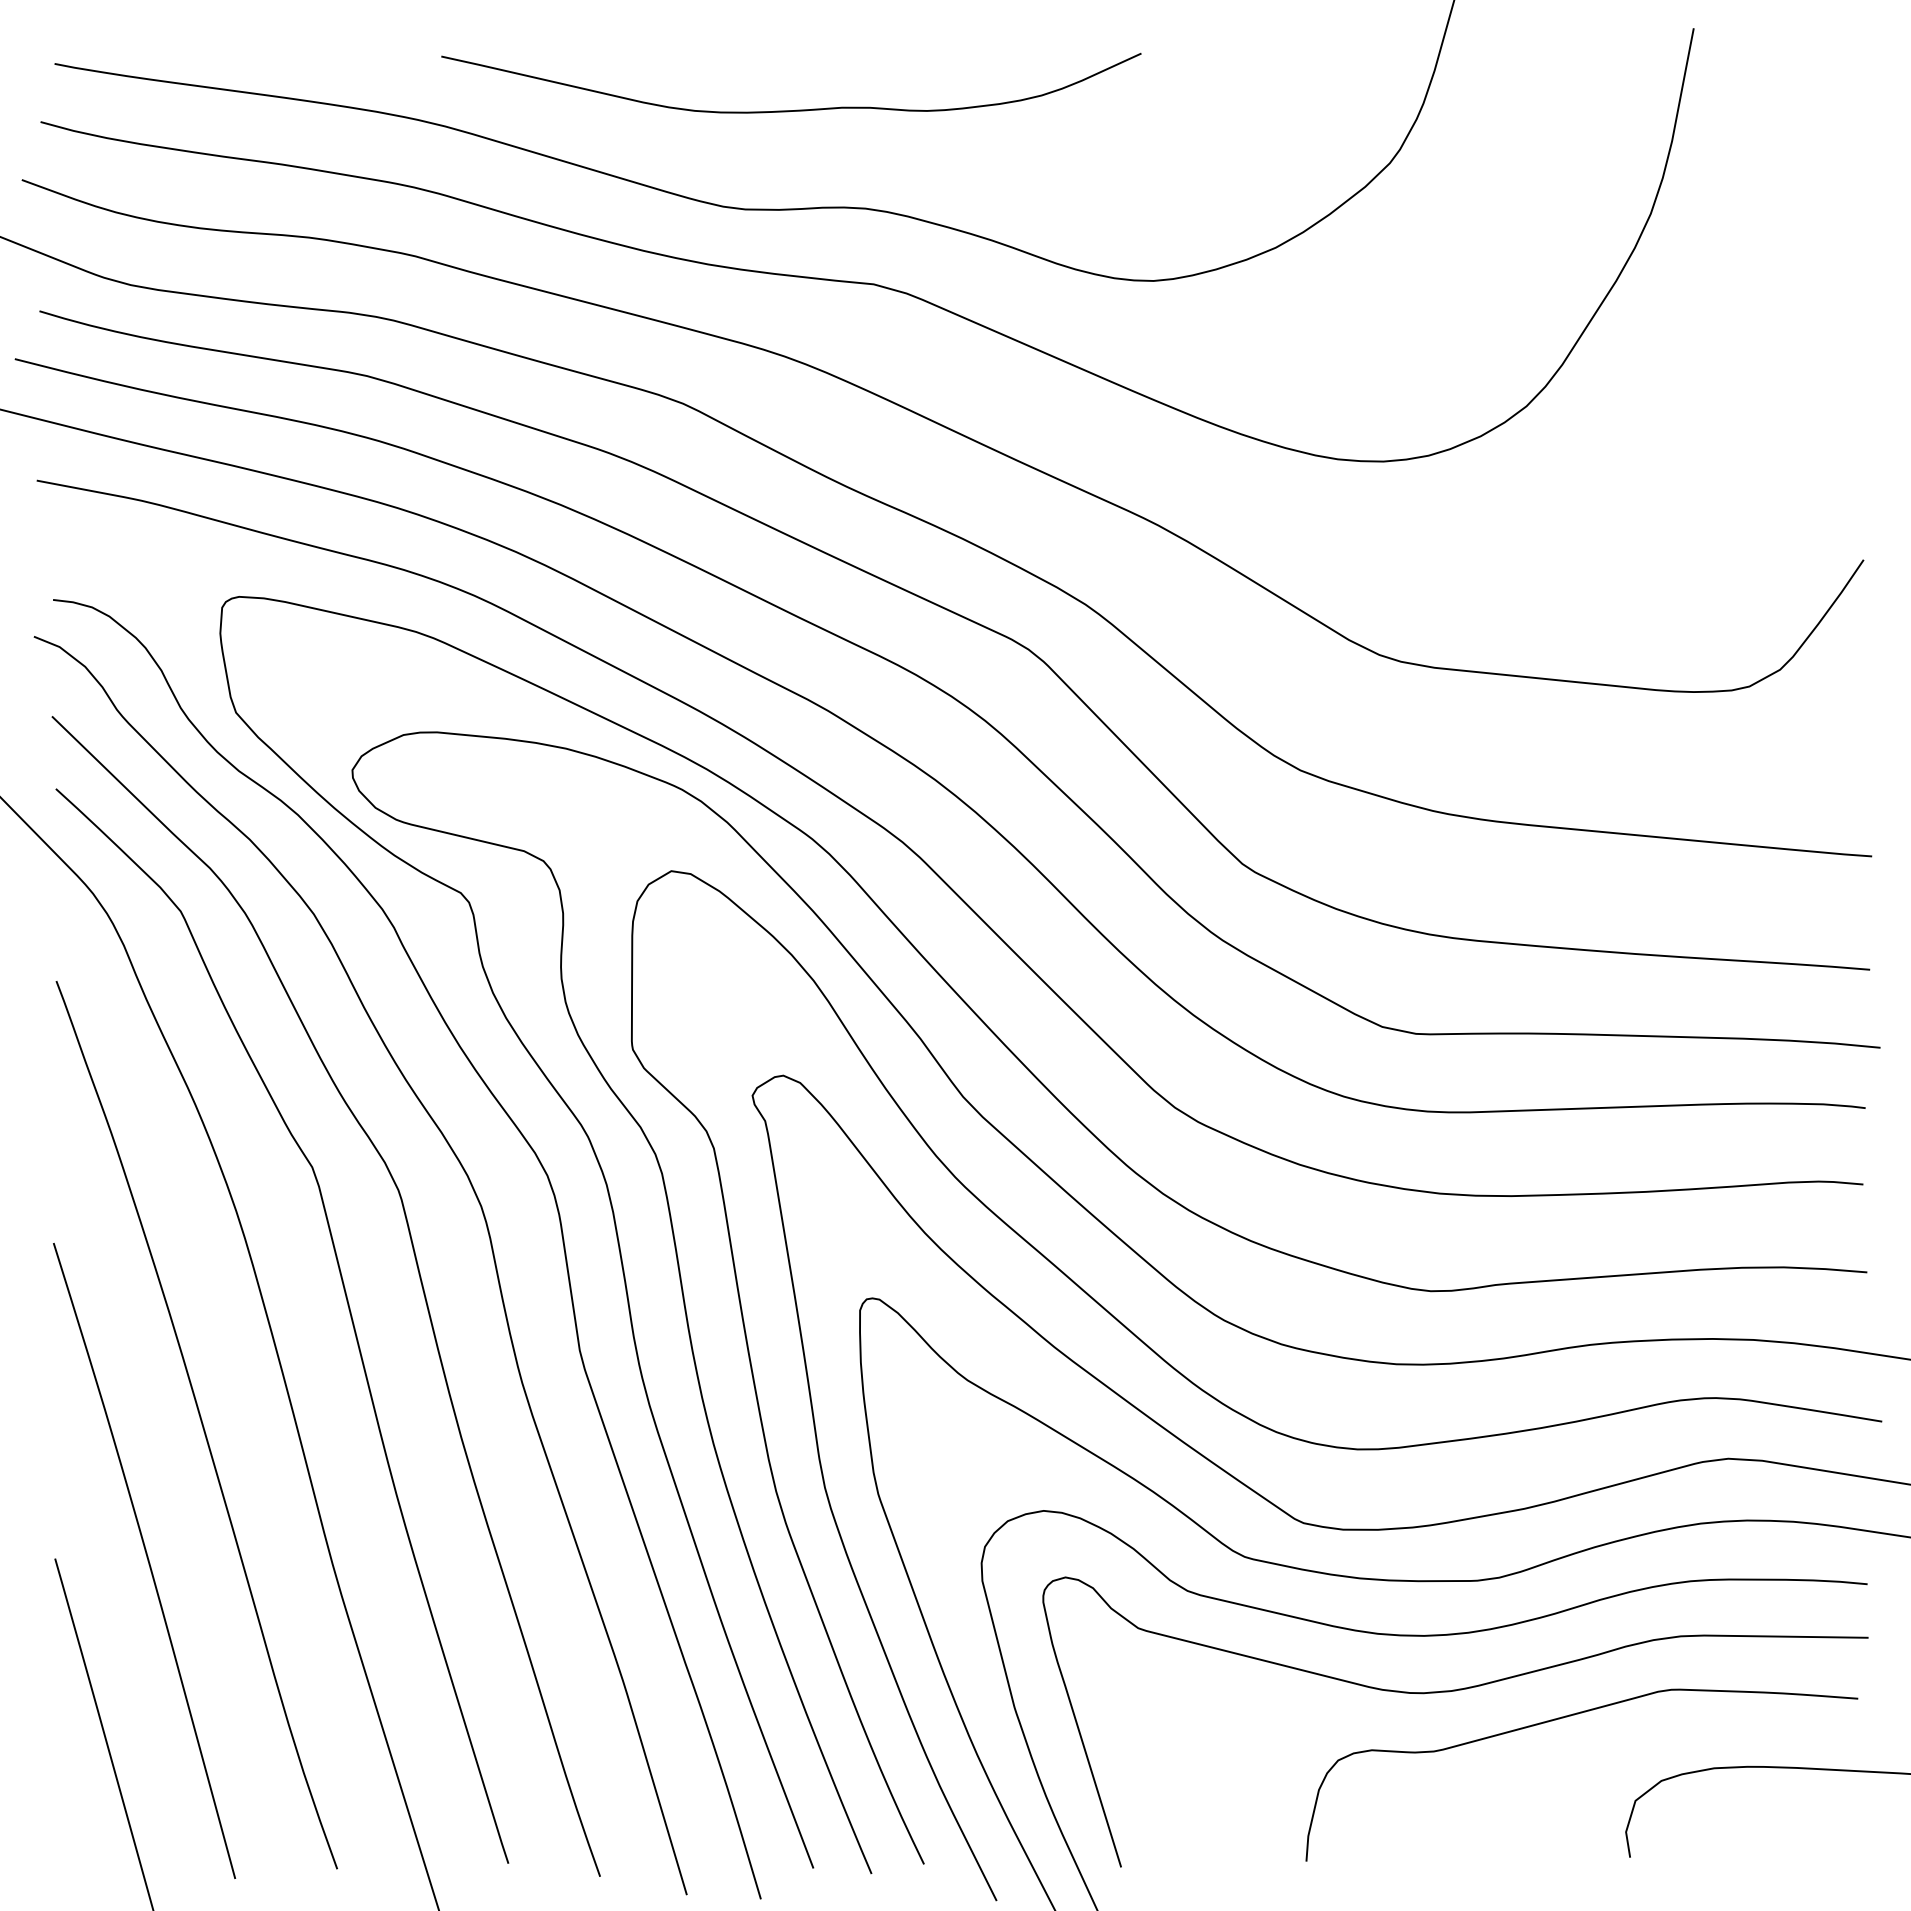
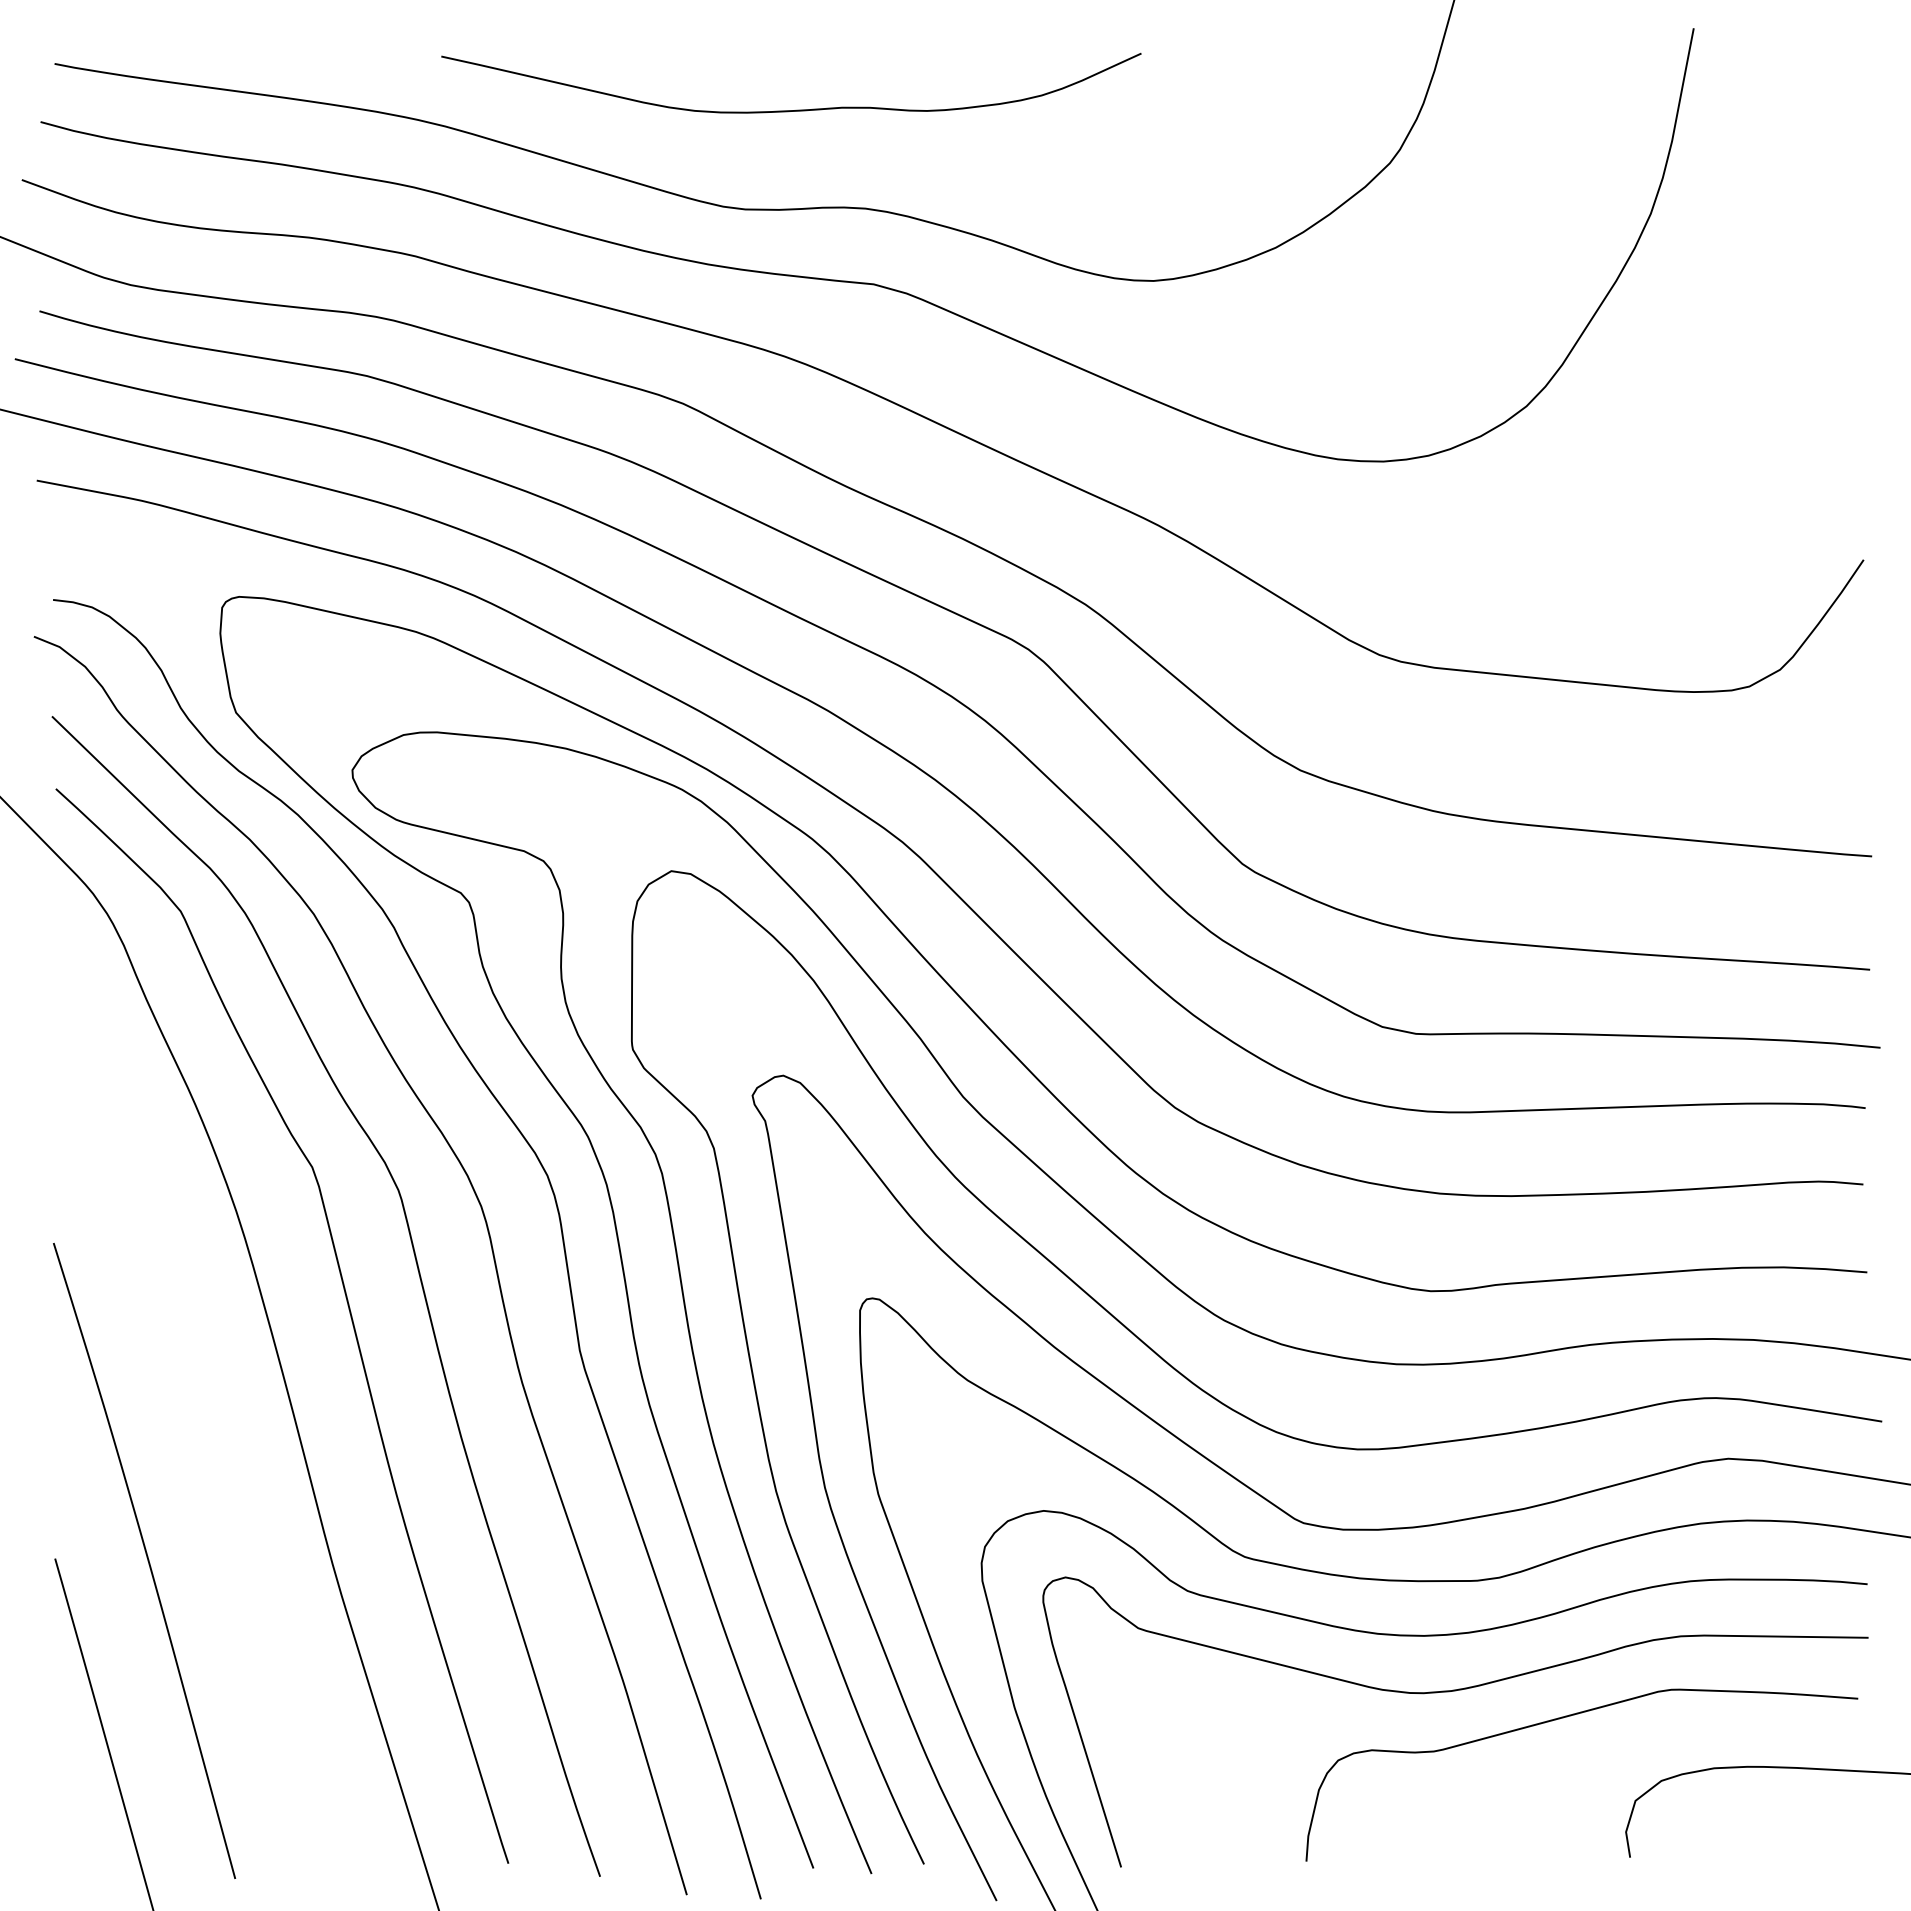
curve at (201, 1425): present -> none
